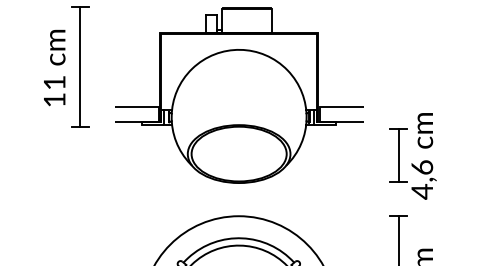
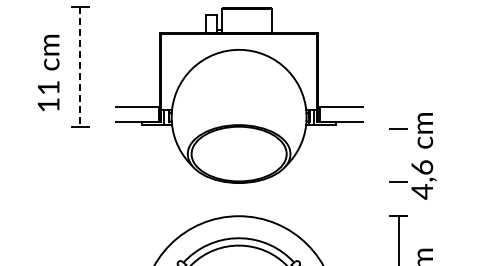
text at (54, 67) position: (54, 67) -> (48, 72)
line at (80, 67): solid -> dashed
line at (398, 155): present -> none
